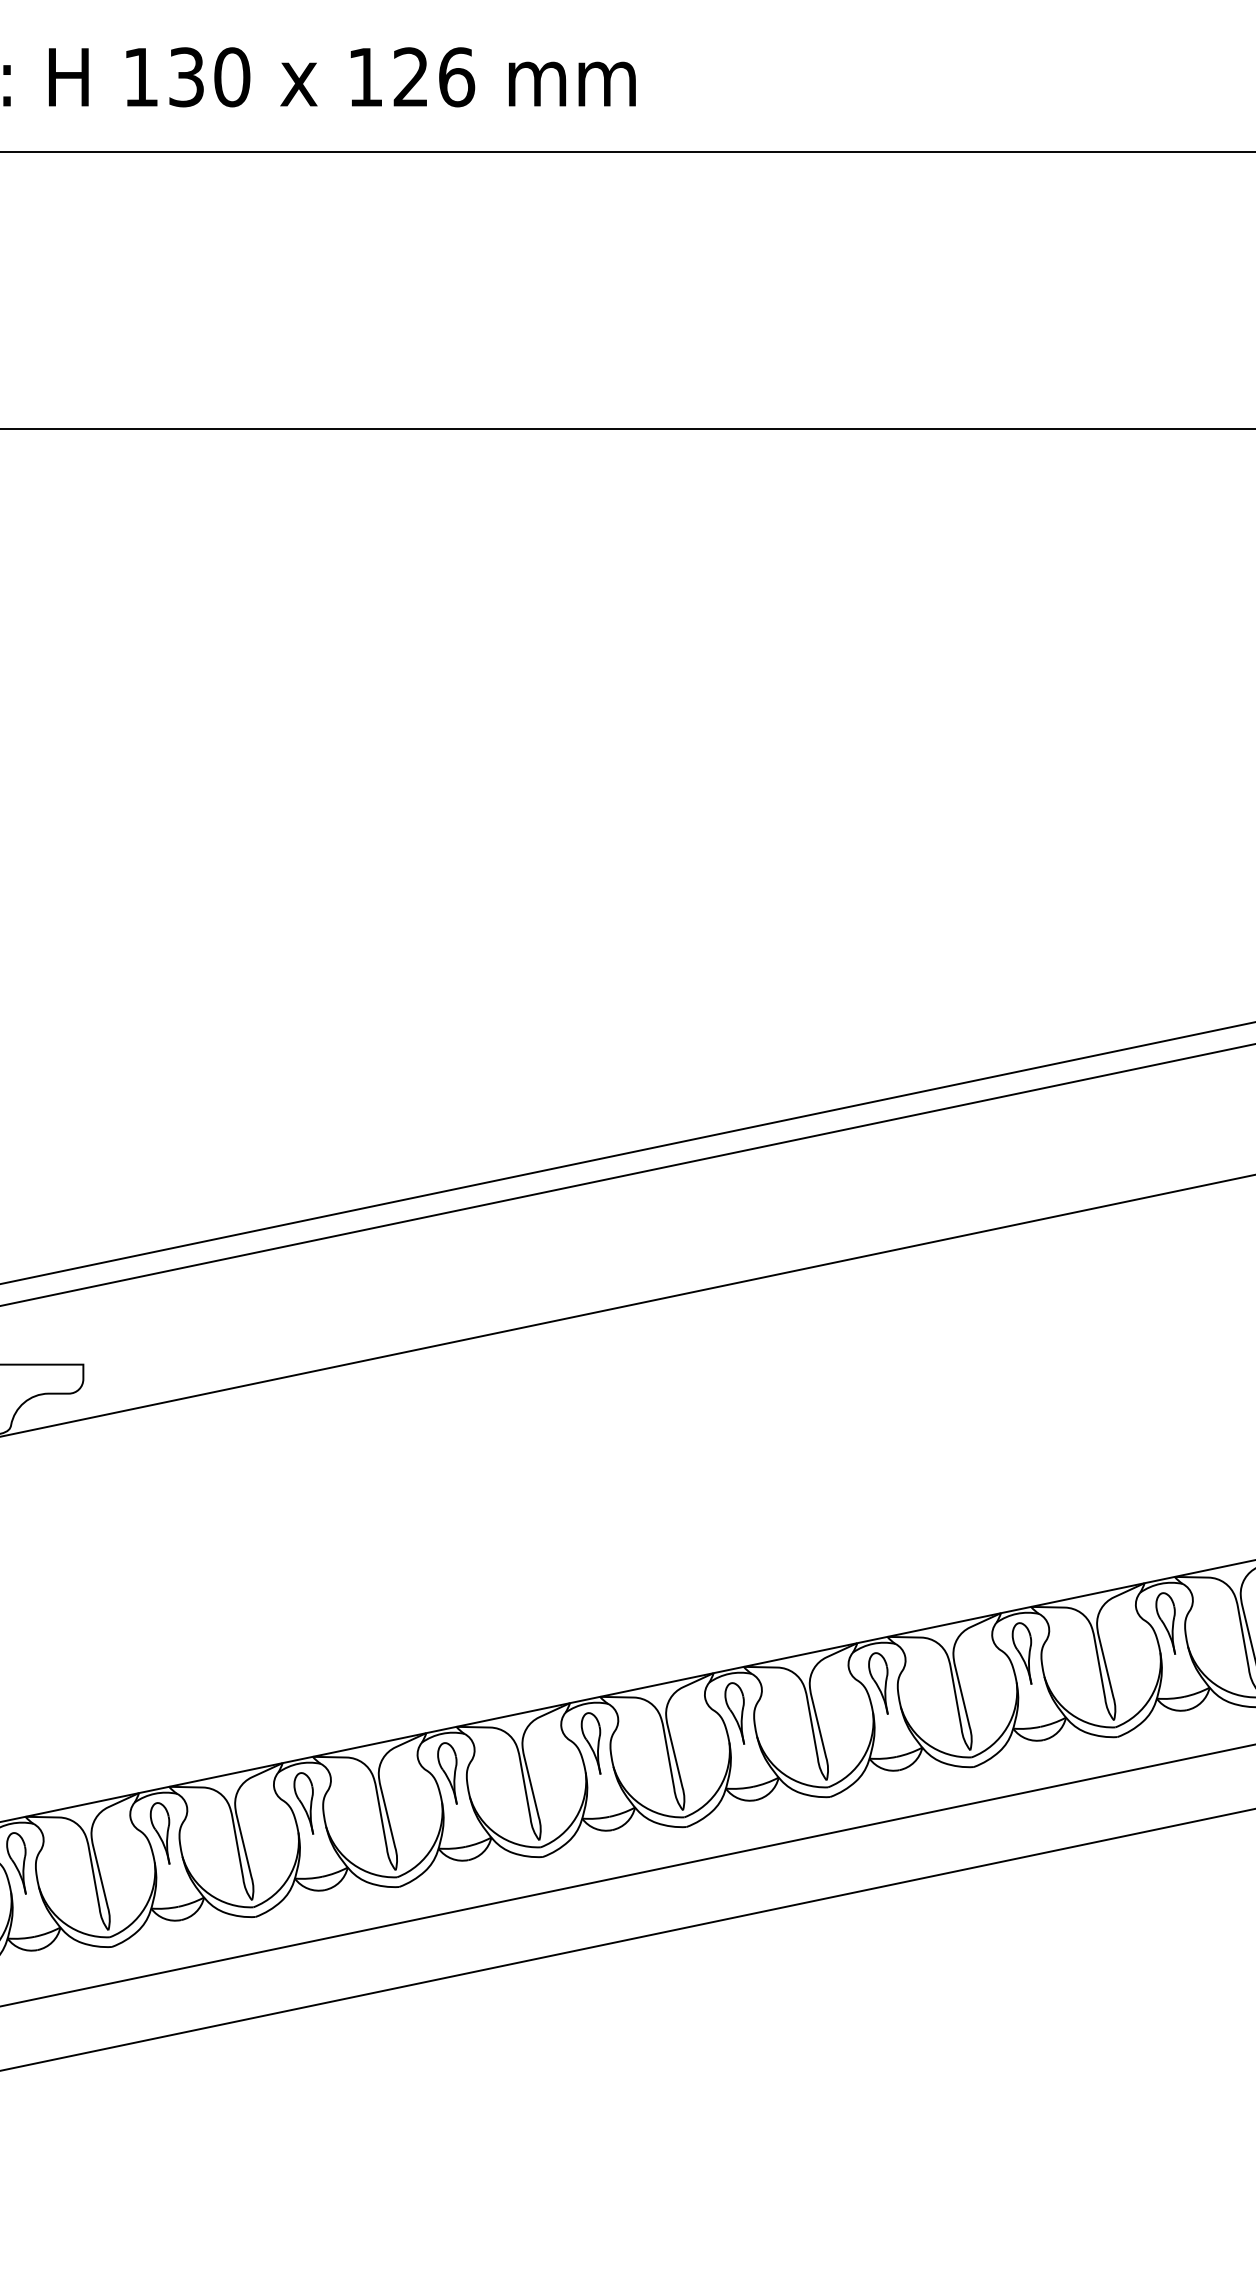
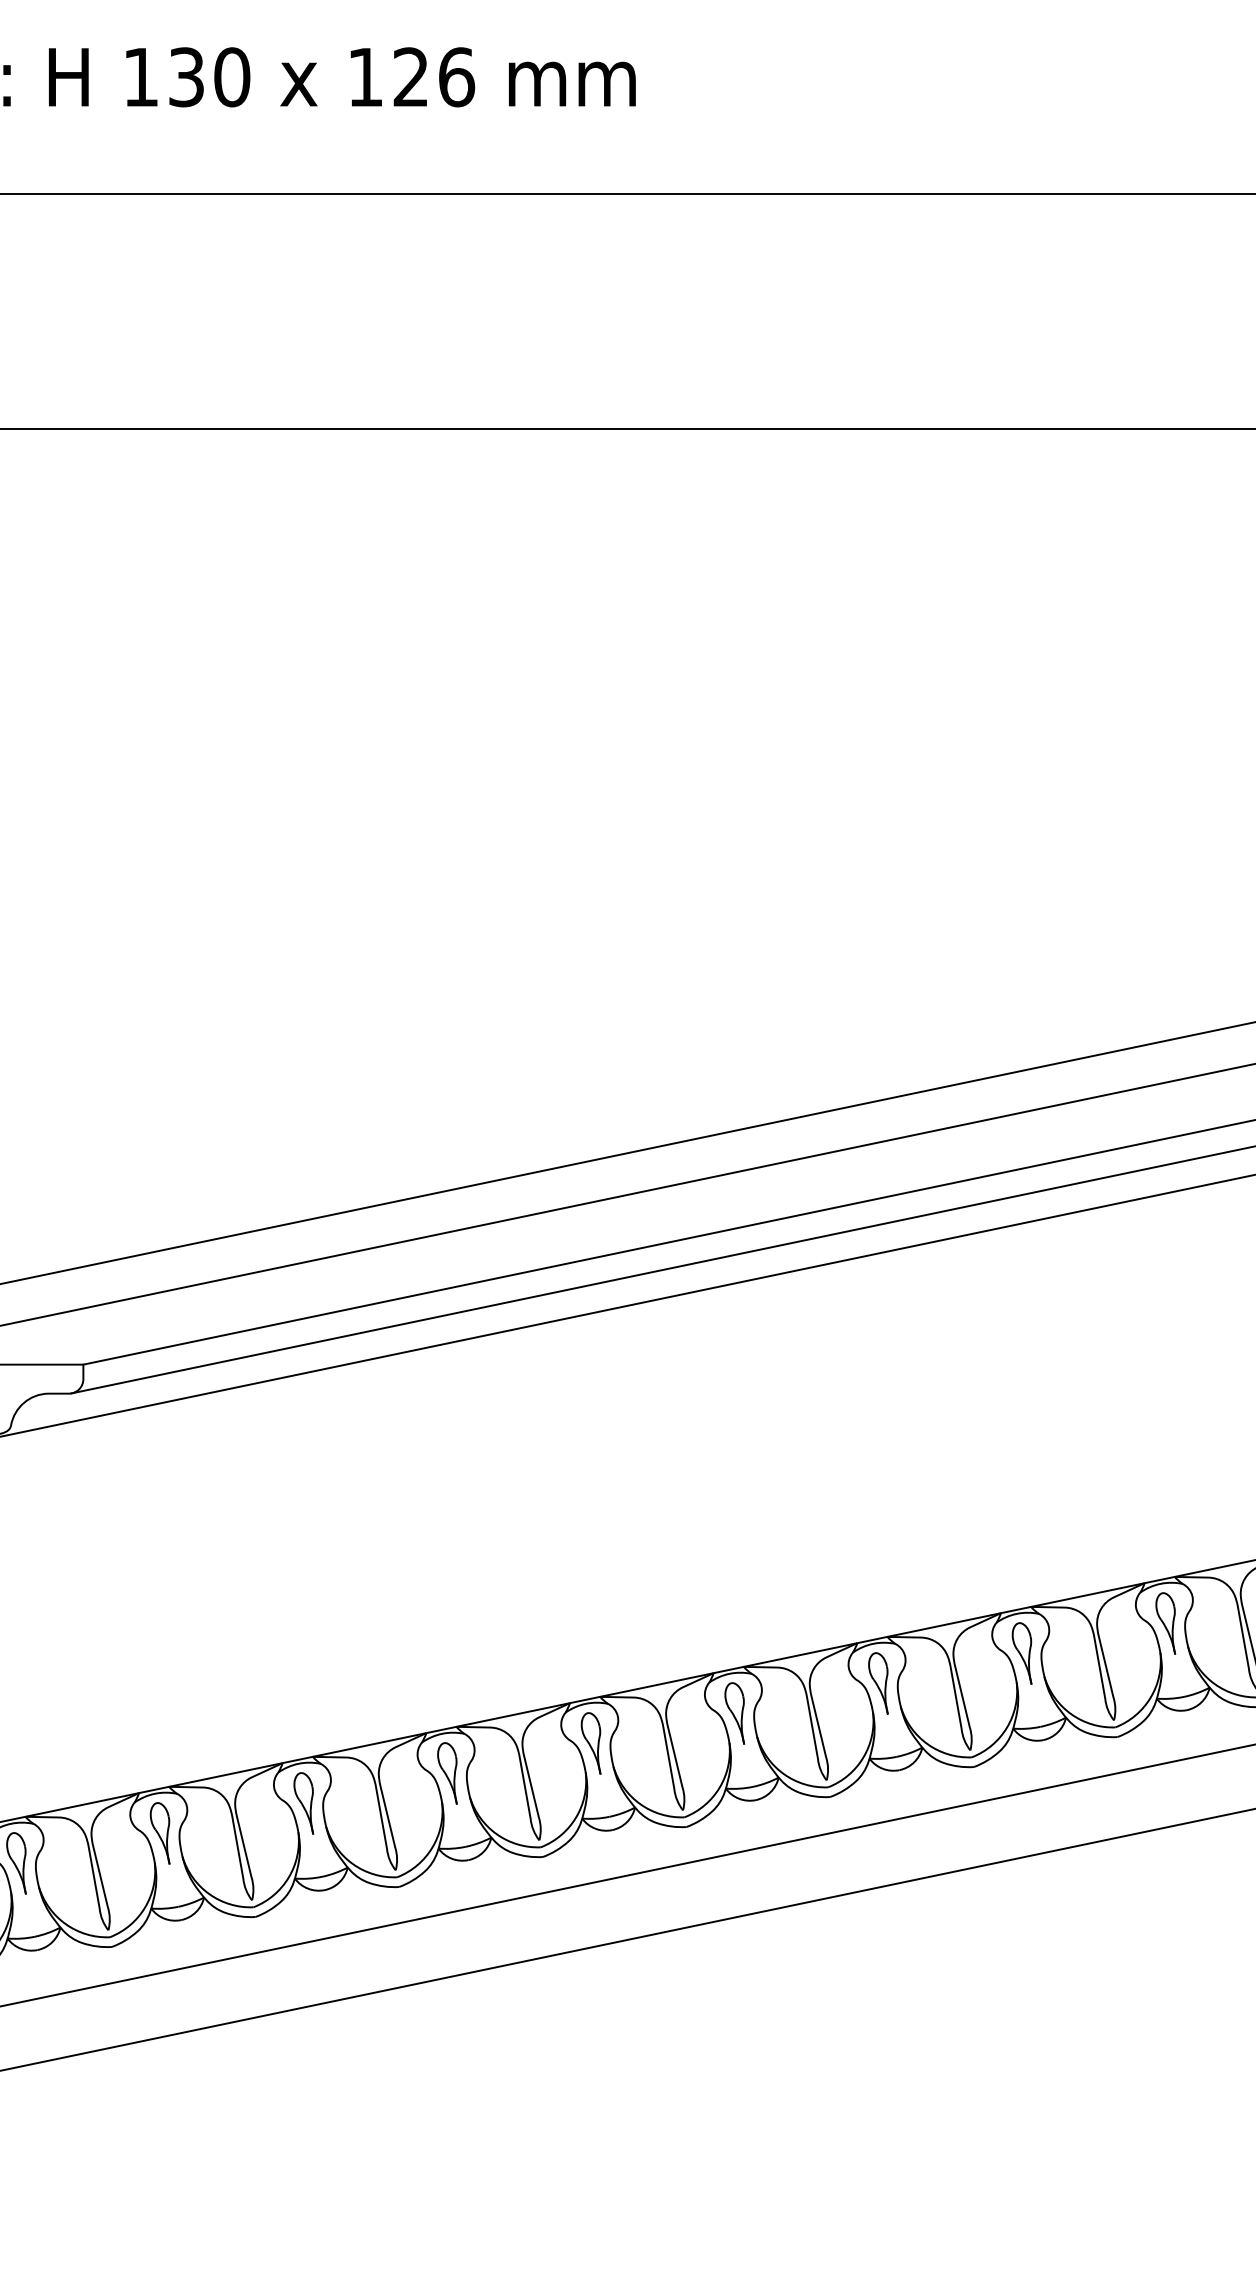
line at (627, 151) position: (627, 151) -> (627, 193)
line at (627, 1174) position: (627, 1174) -> (627, 1194)
line at (667, 1242): none -> present
line at (661, 1269): none -> present
